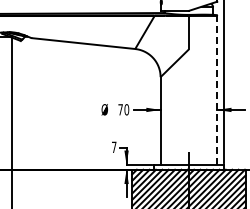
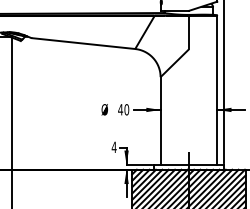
line at (217, 89): dashed -> solid
text at (120, 109): 70 -> 40
text at (113, 146): 7 -> 4
